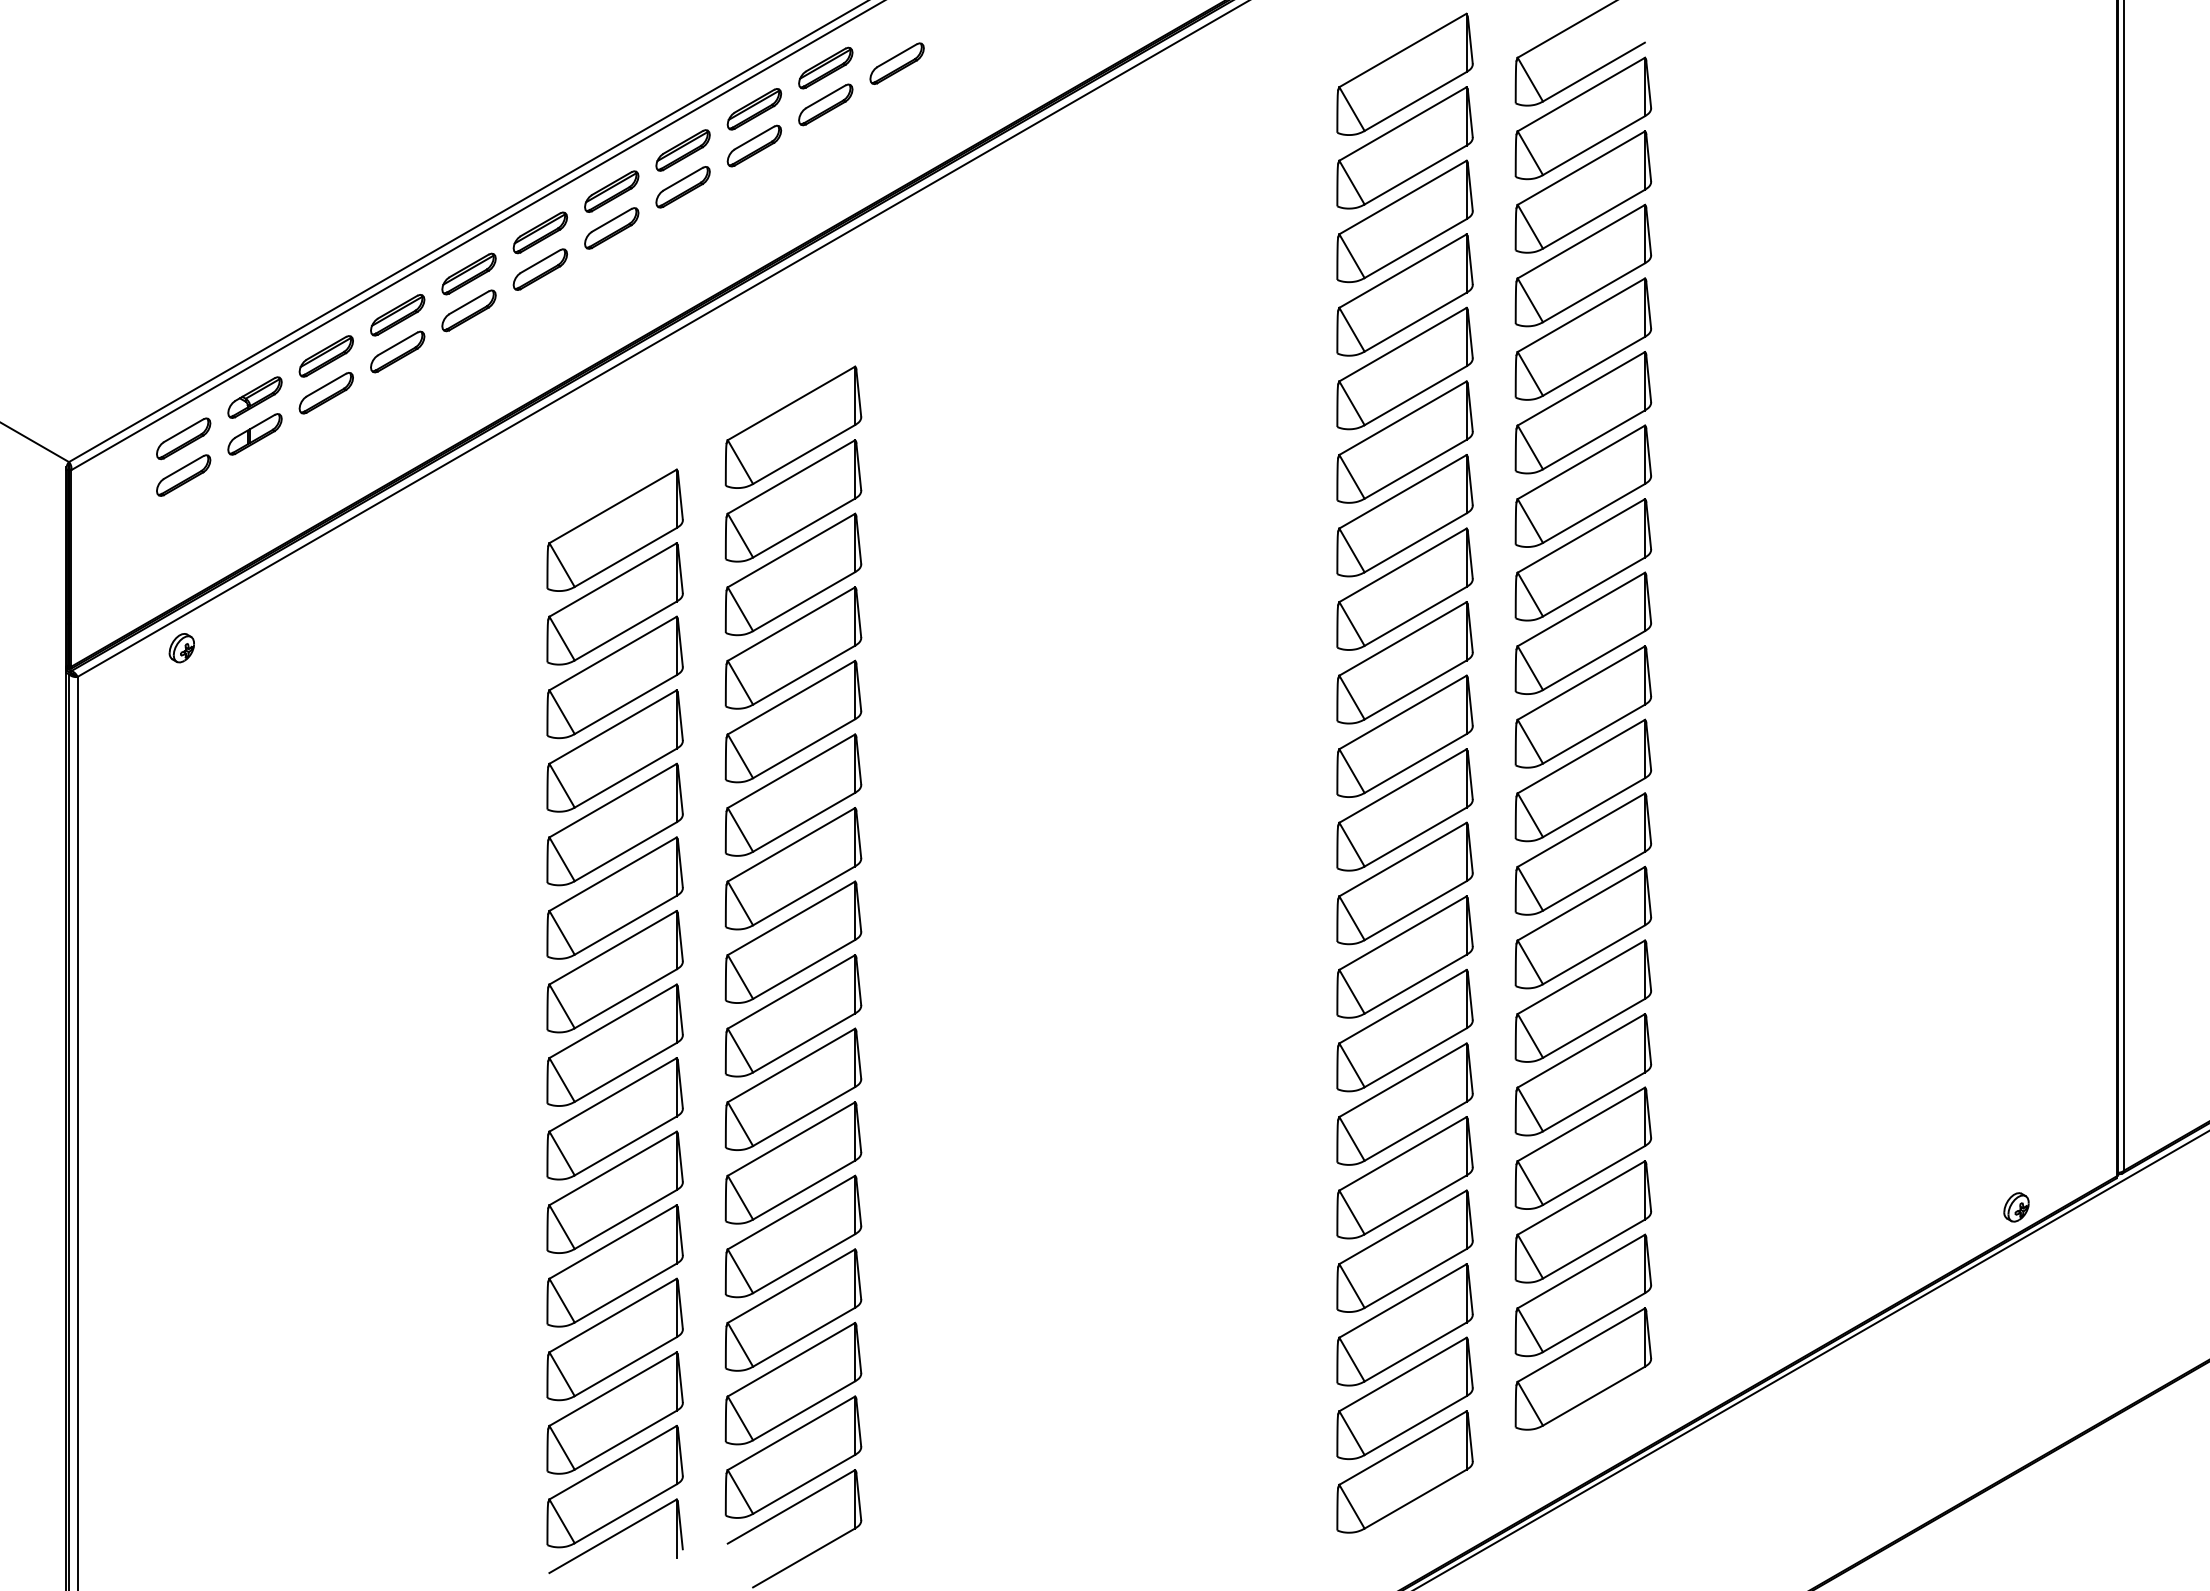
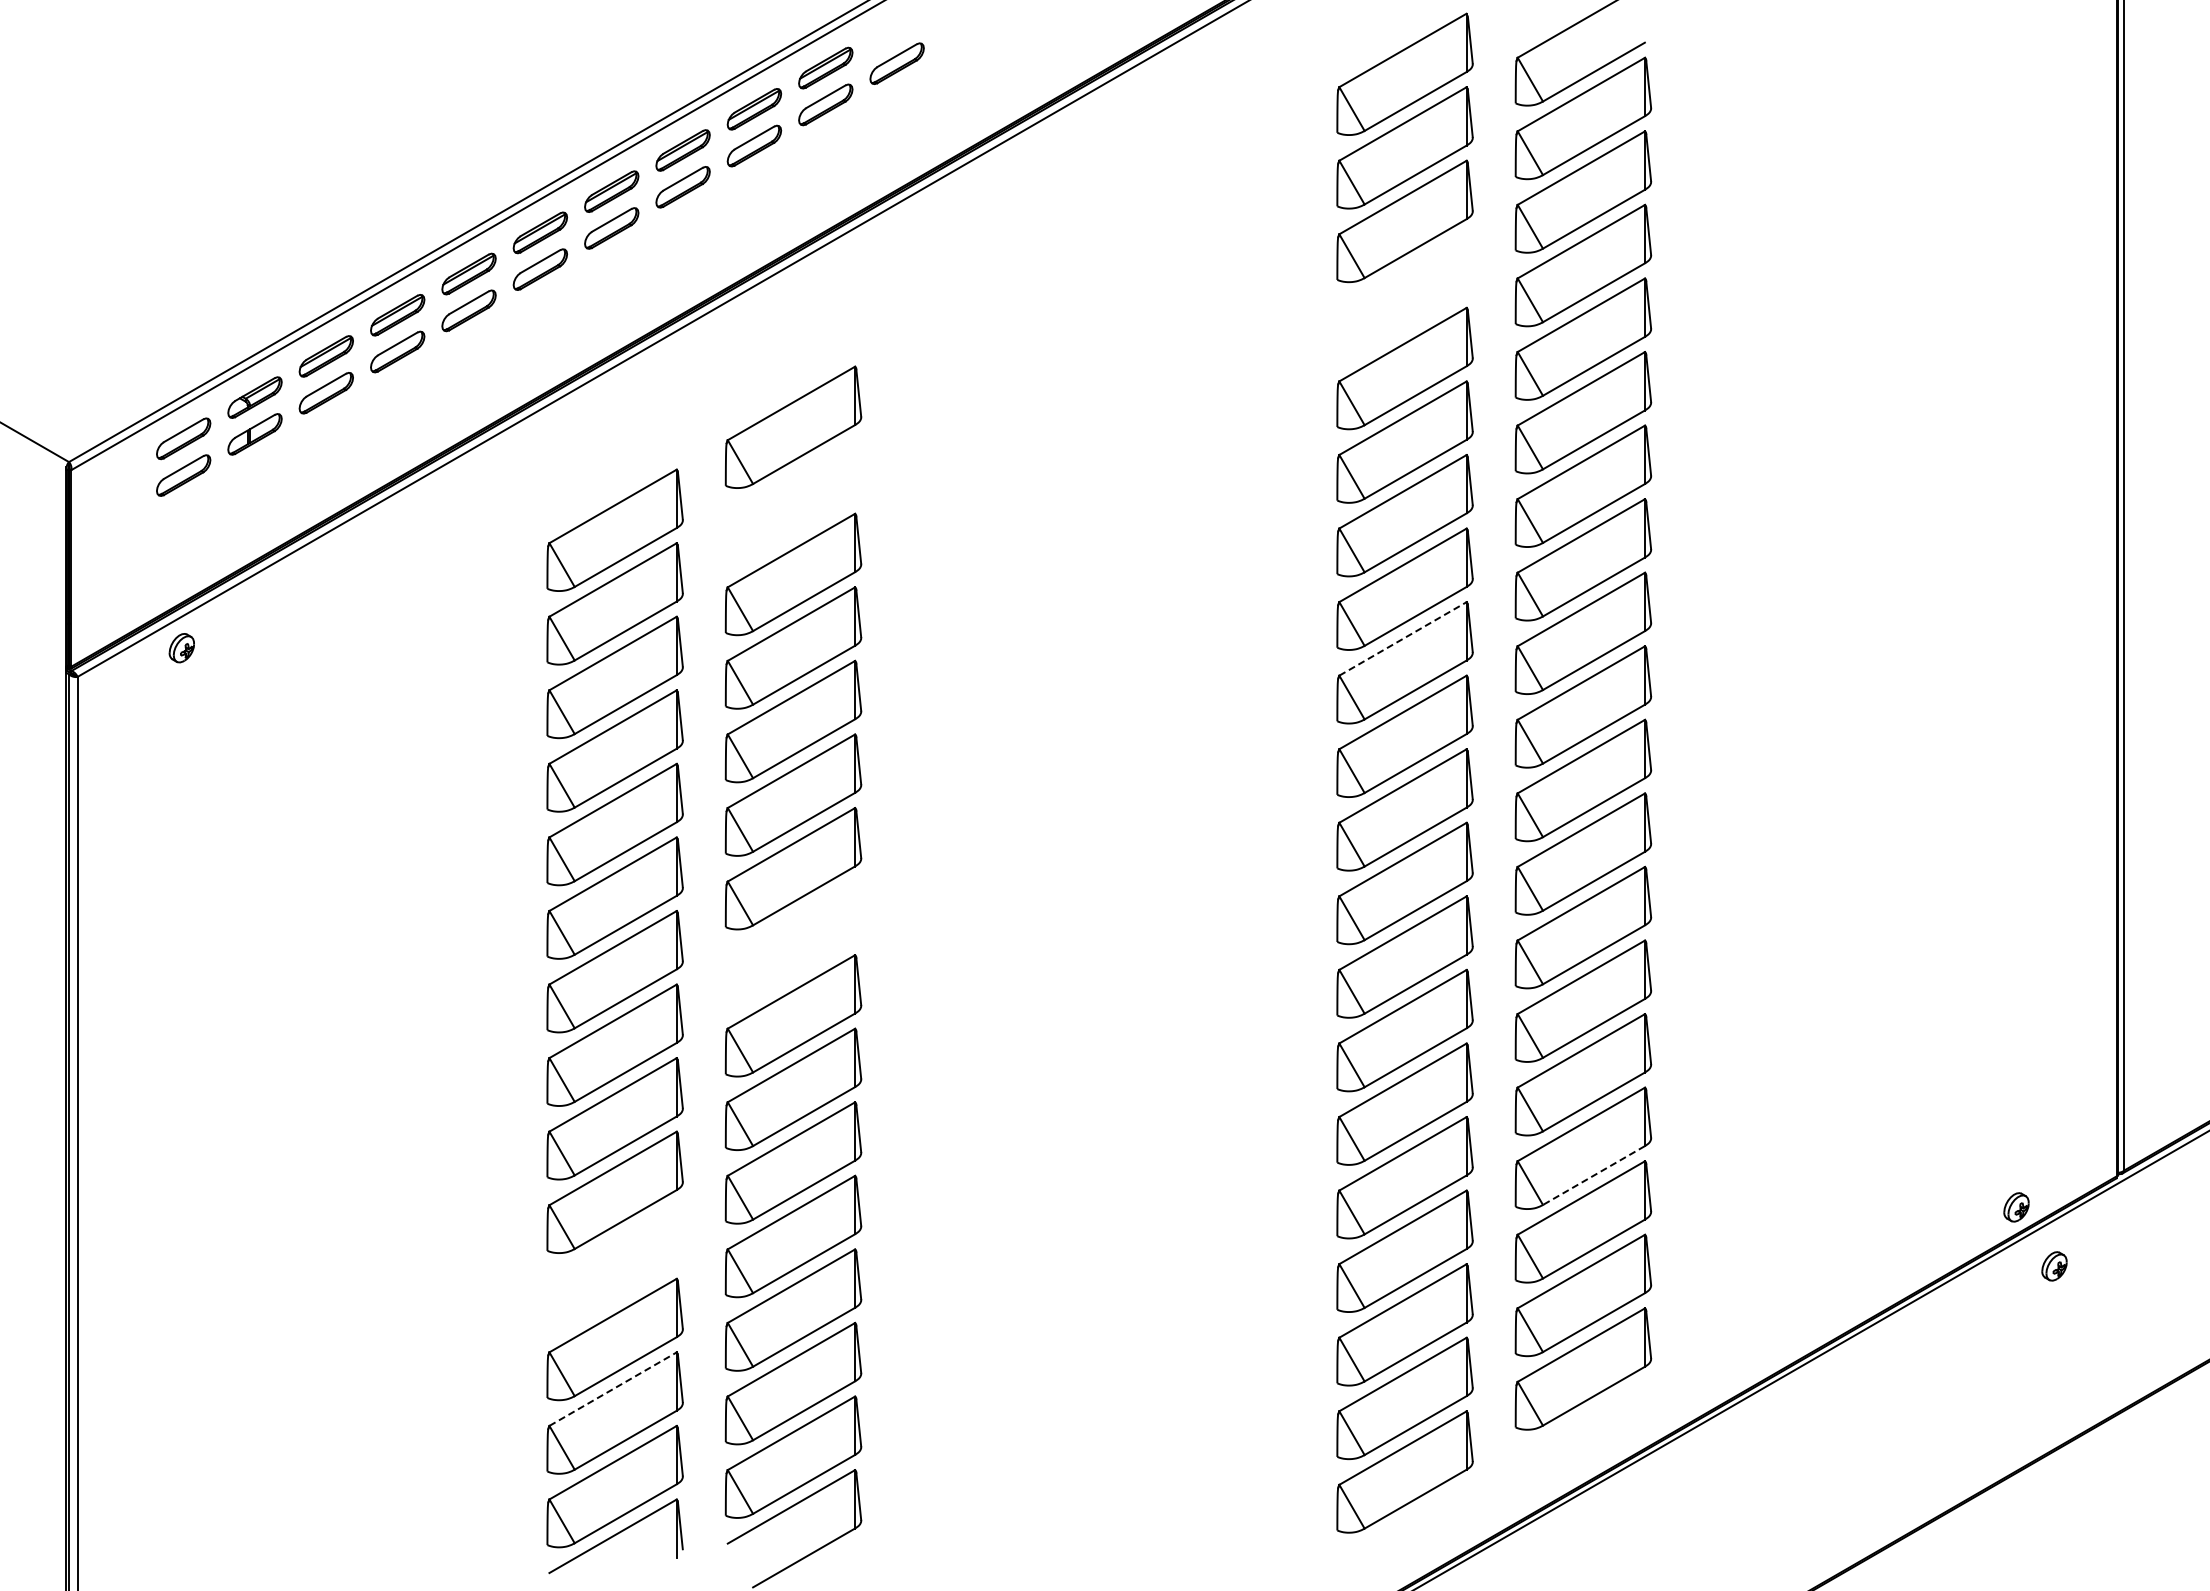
part at (1404, 294): present -> none
part at (793, 500): present -> none
line at (1403, 638): solid -> dashed
part at (793, 941): present -> none
line at (1593, 1175): solid -> dashed
part at (614, 1265): present -> none
part at (2054, 1266): none -> present
line at (613, 1388): solid -> dashed
